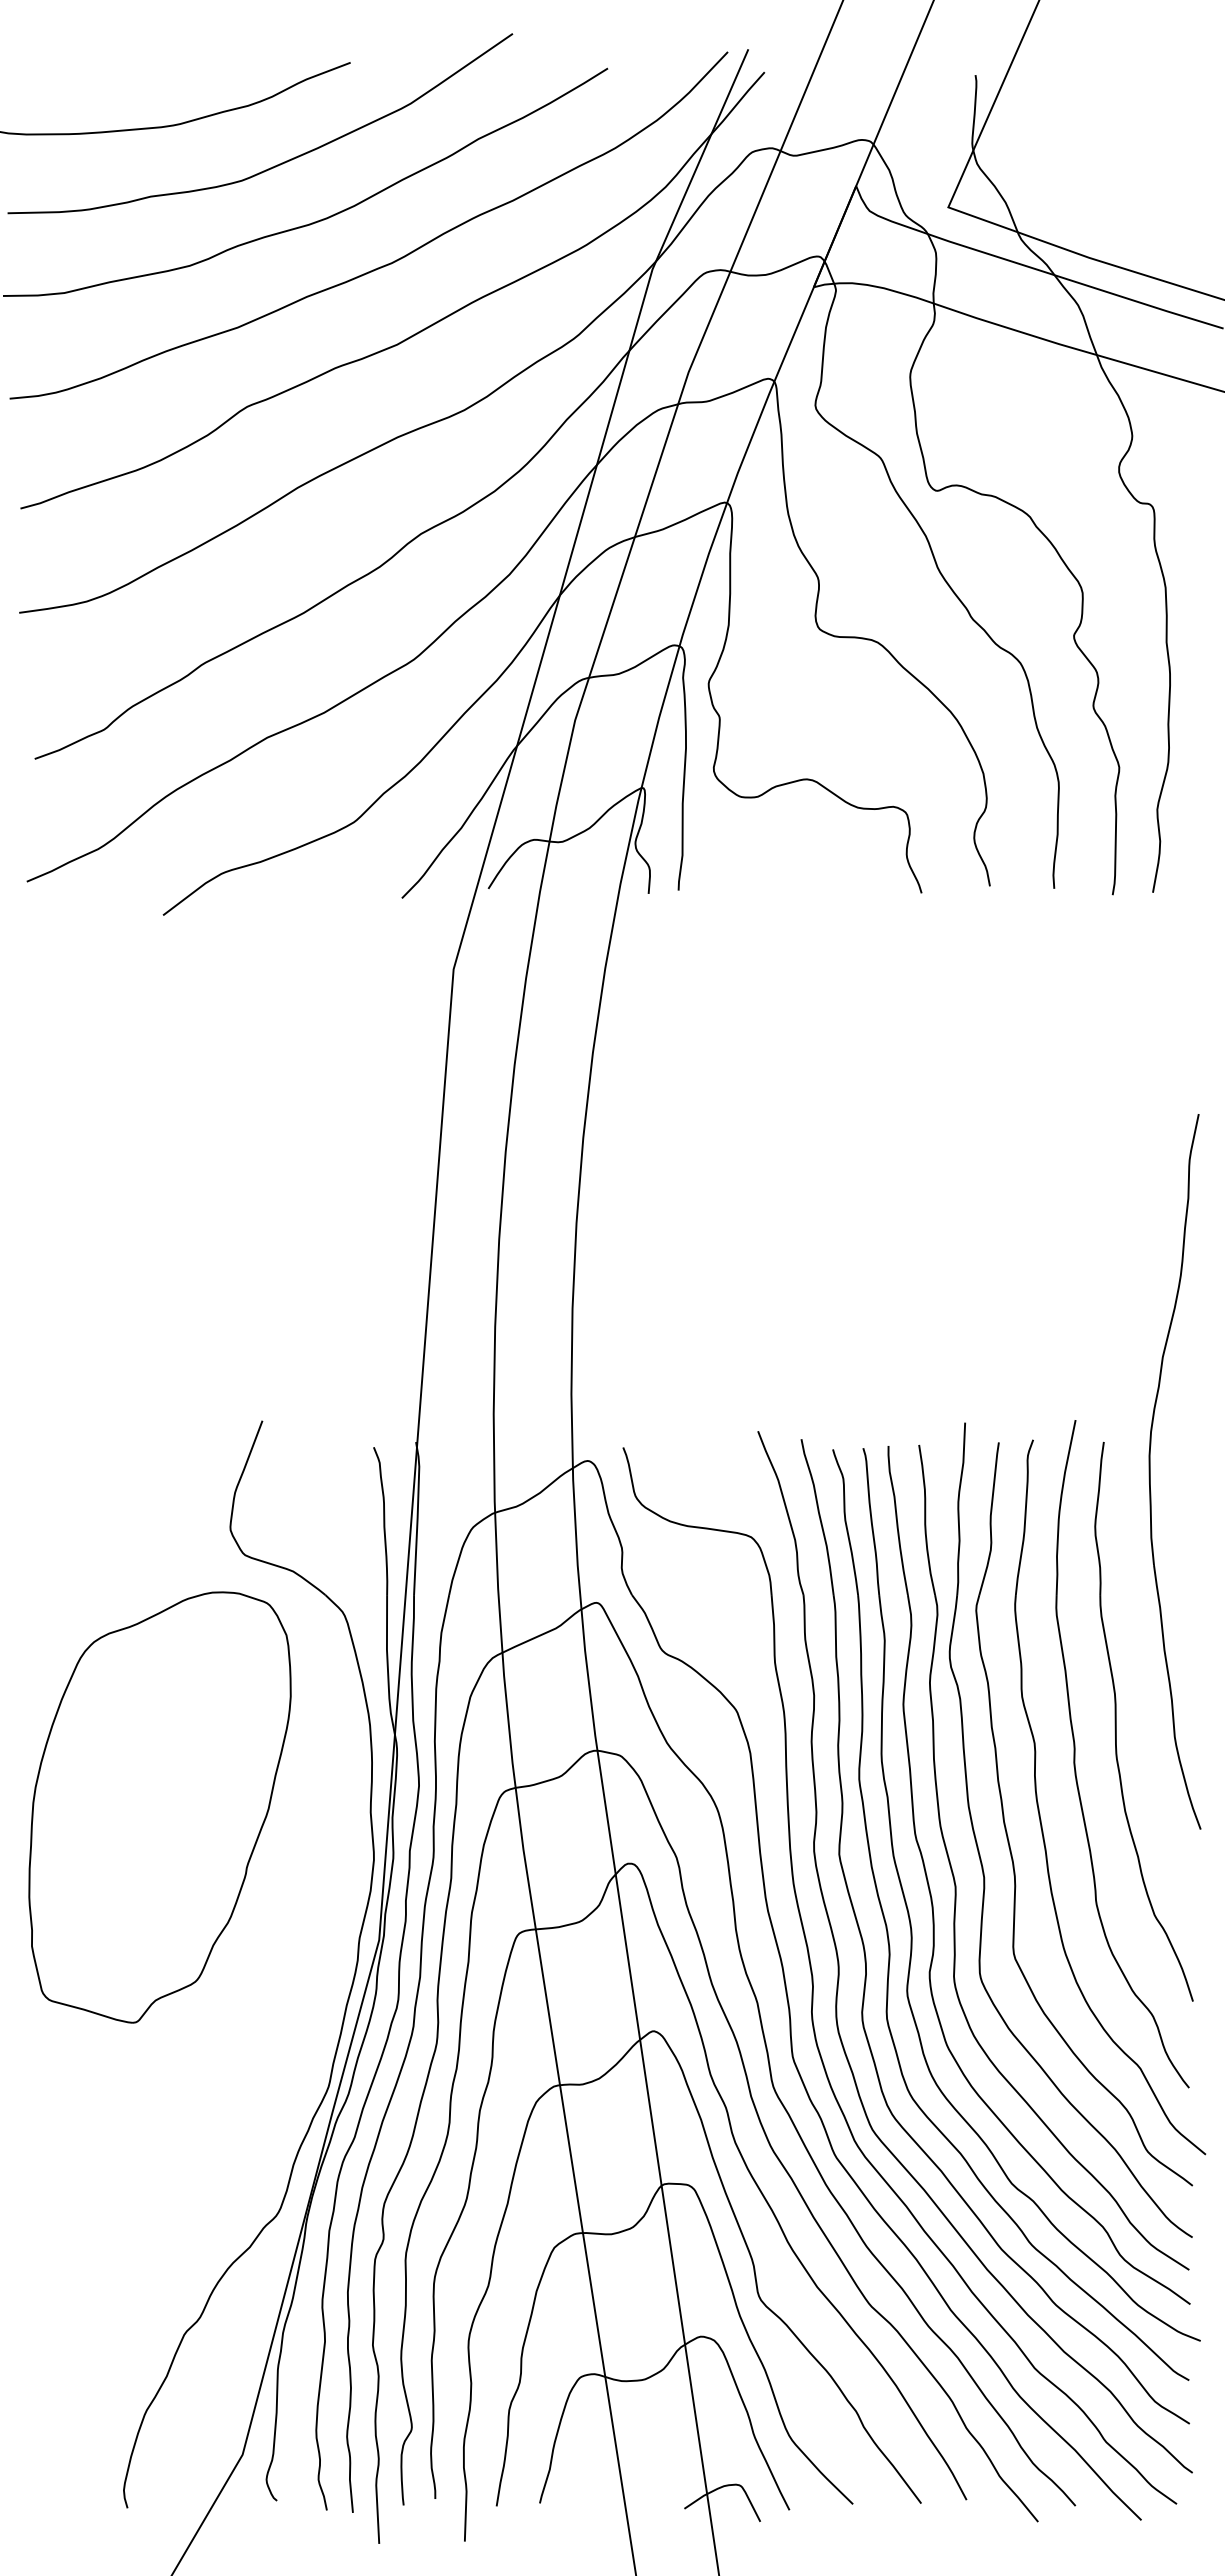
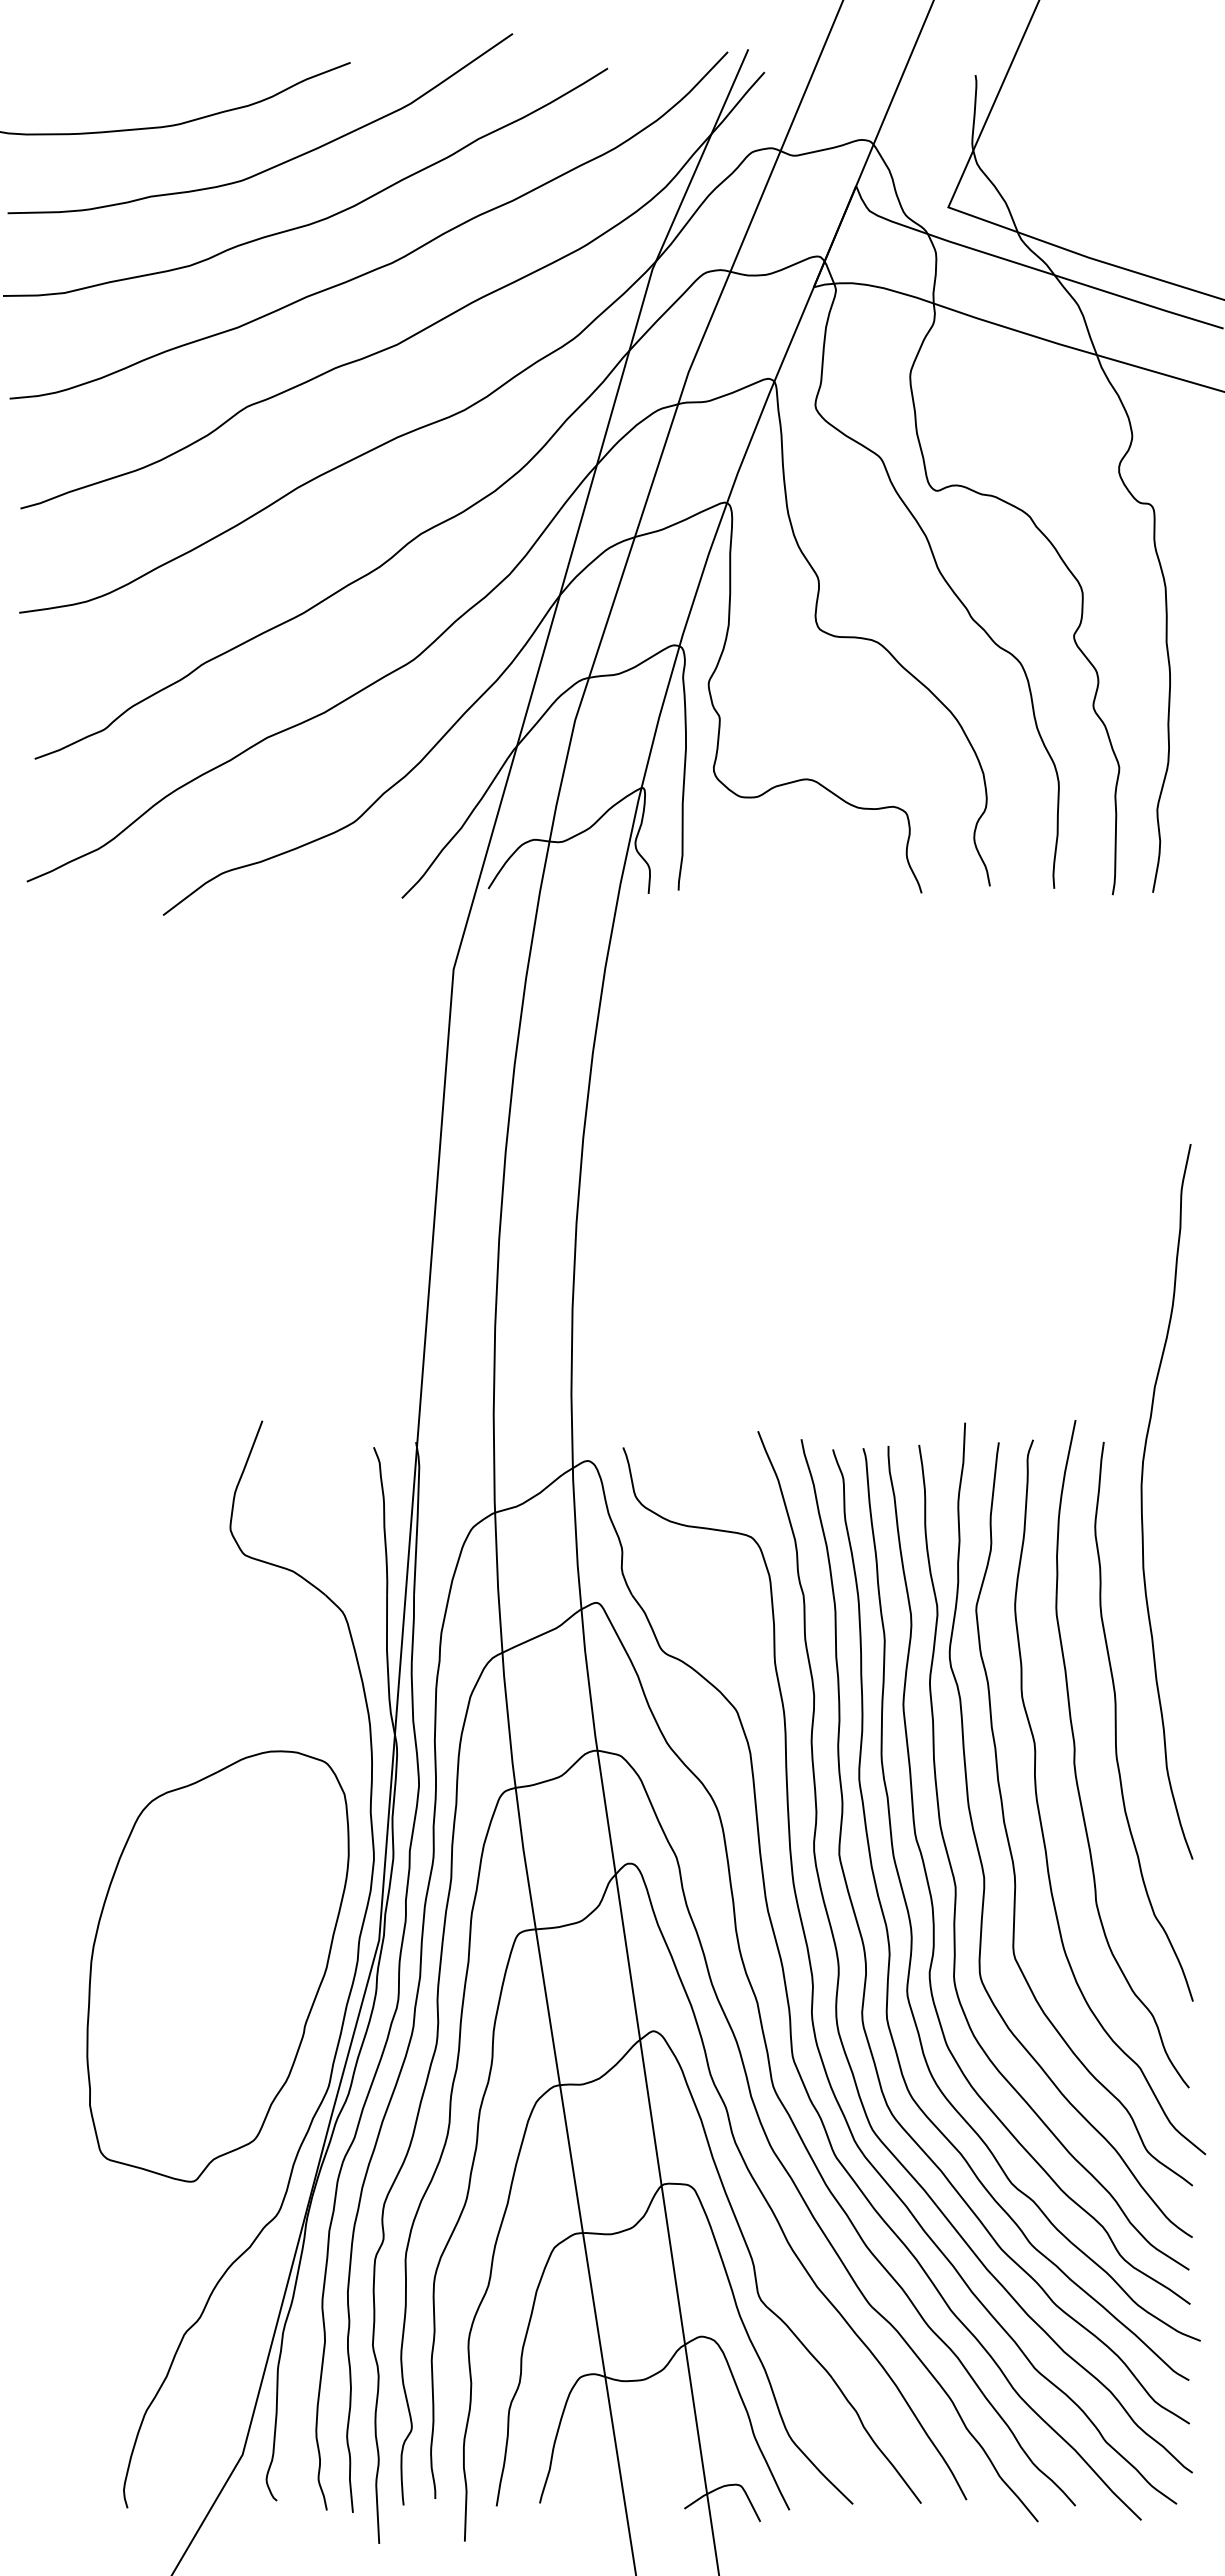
part at (1150, 1471) position: (1150, 1471) -> (1142, 1501)
part at (159, 1807) position: (159, 1807) -> (217, 1966)
